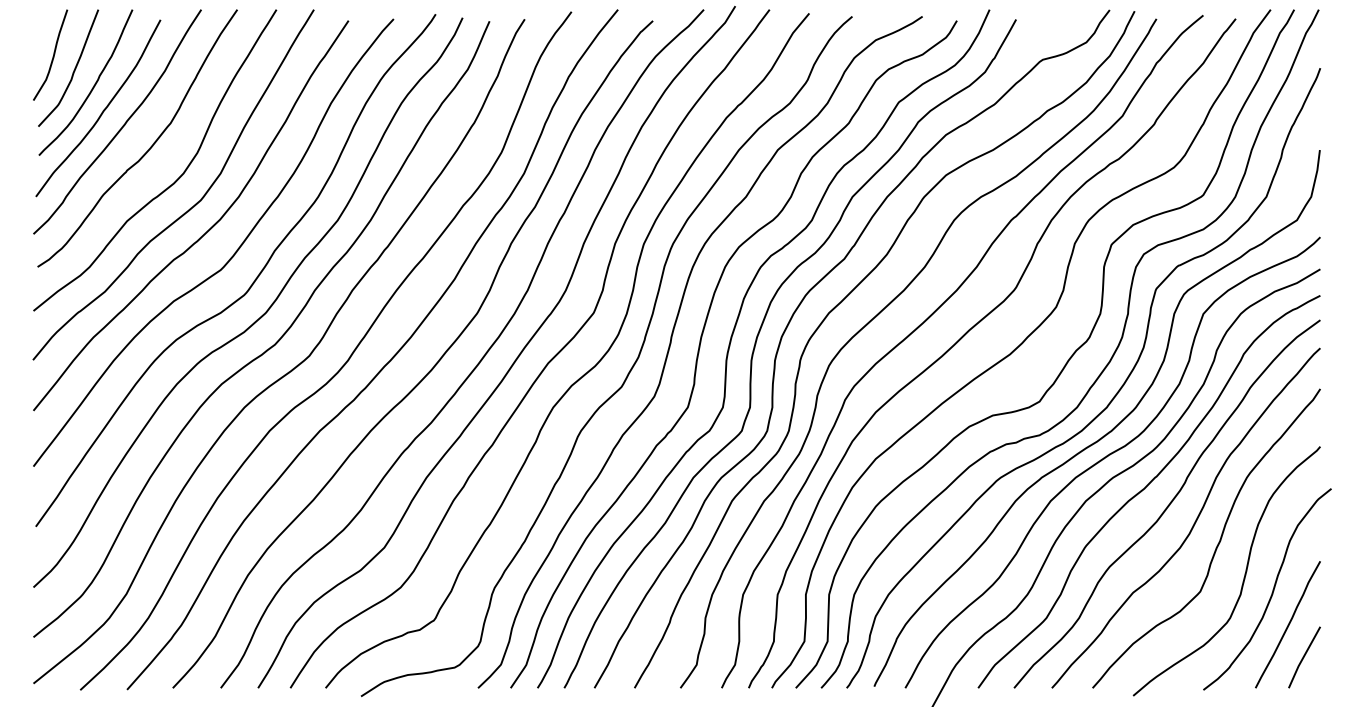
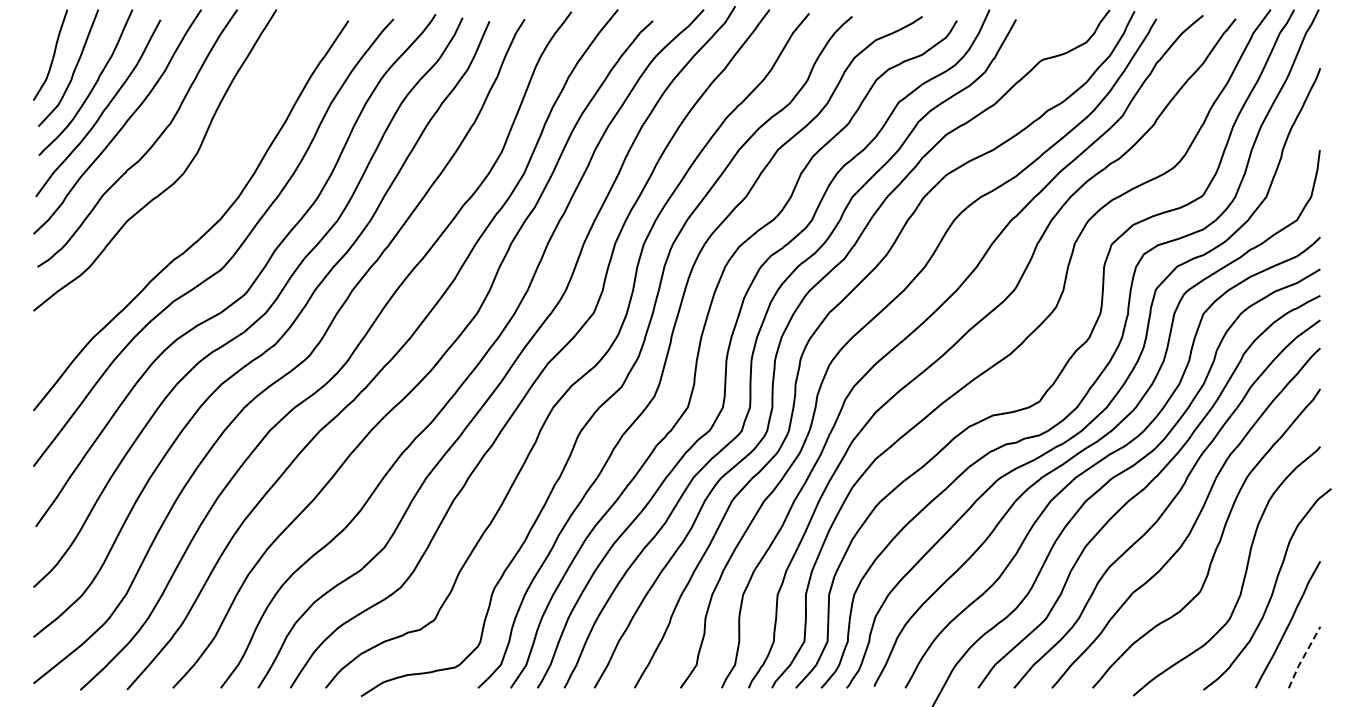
curve at (190, 207): present -> none
line at (1303, 656): solid -> dashed
